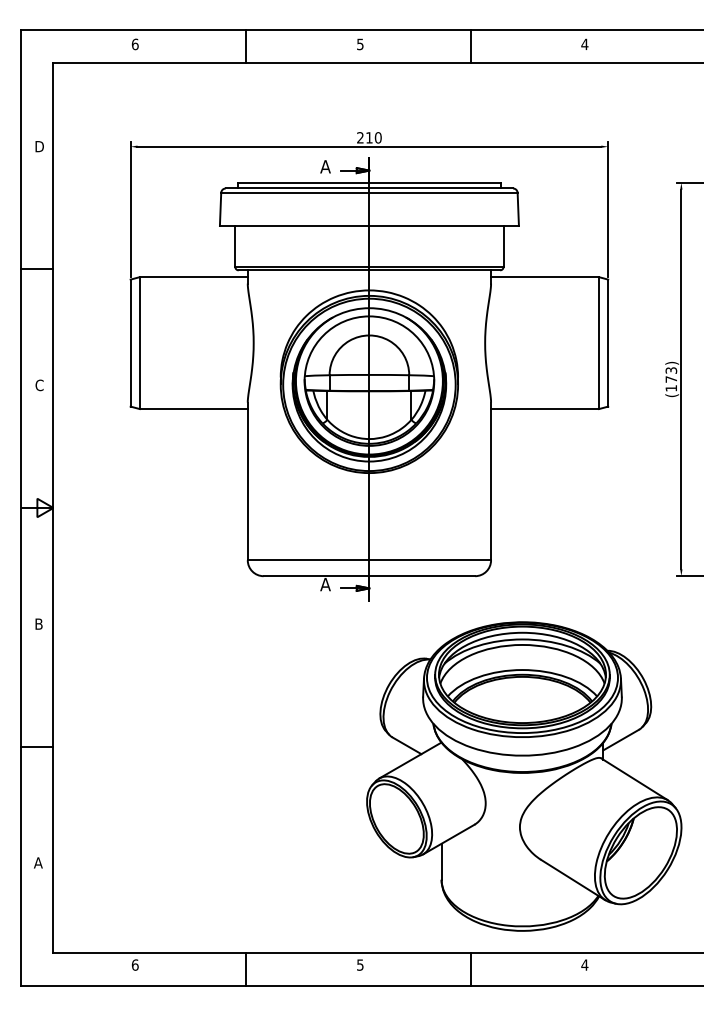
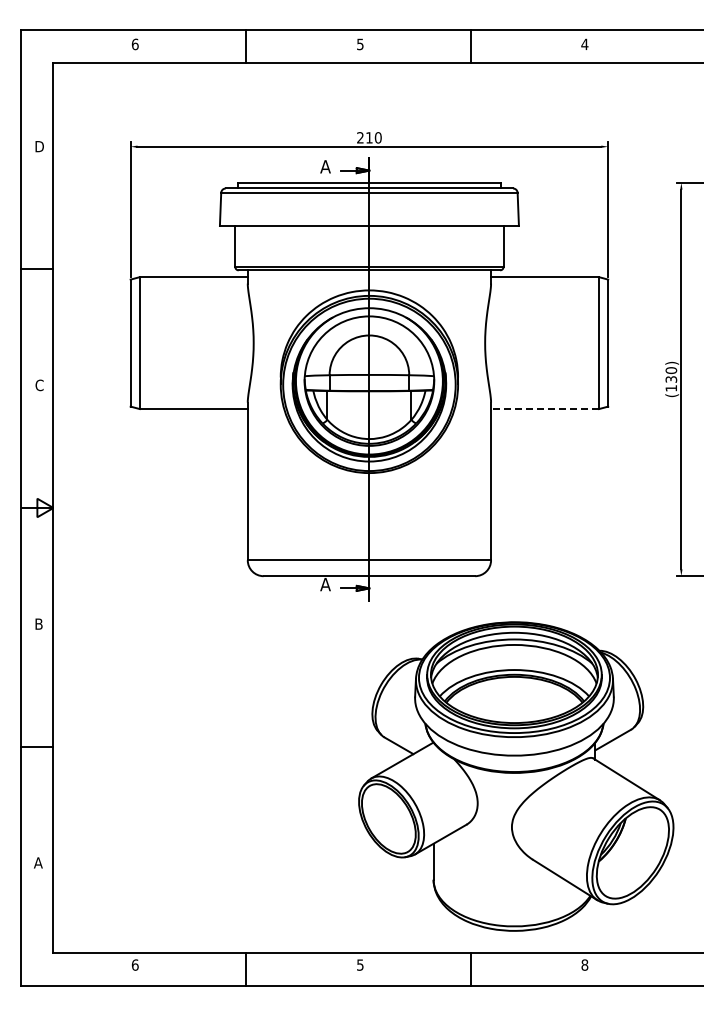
text at (671, 374): (173) -> (130)
line at (544, 409): solid -> dashed
part at (524, 776) position: (524, 776) -> (516, 776)
text at (584, 964): 4 -> 8
